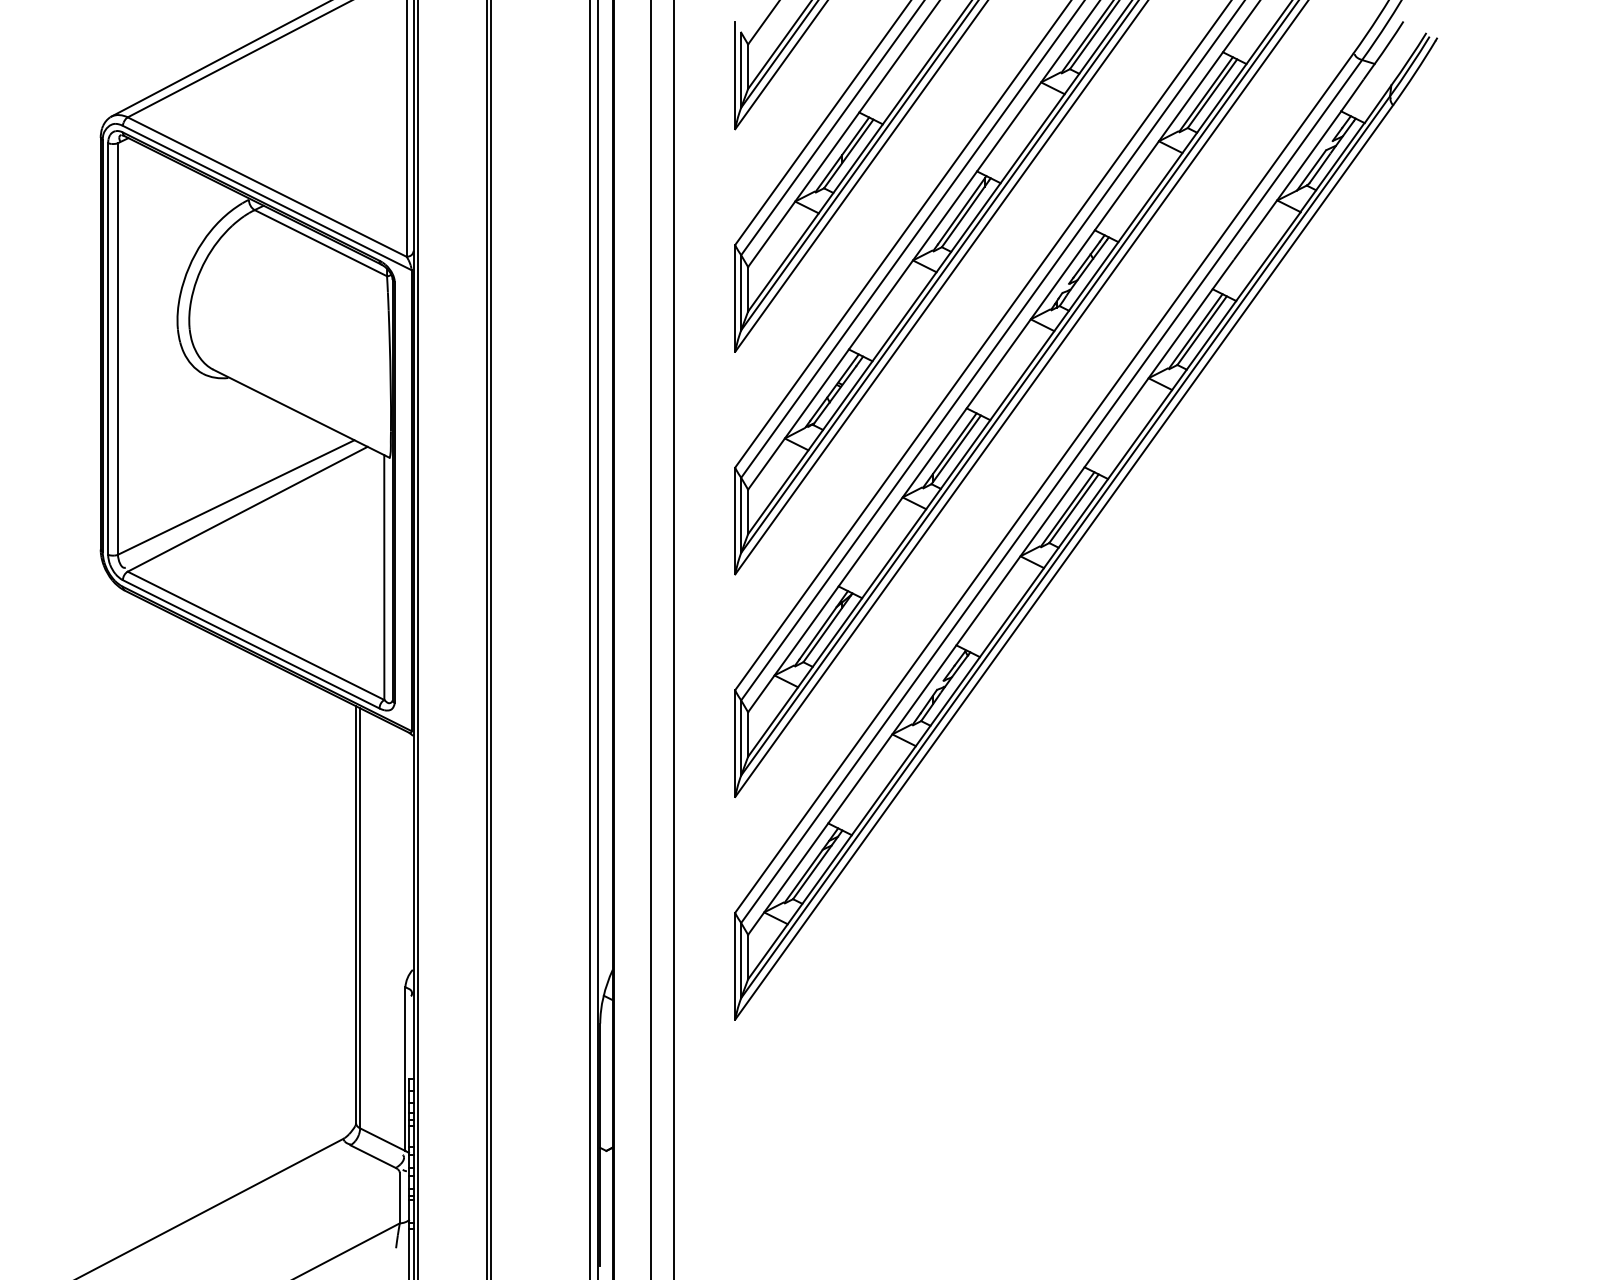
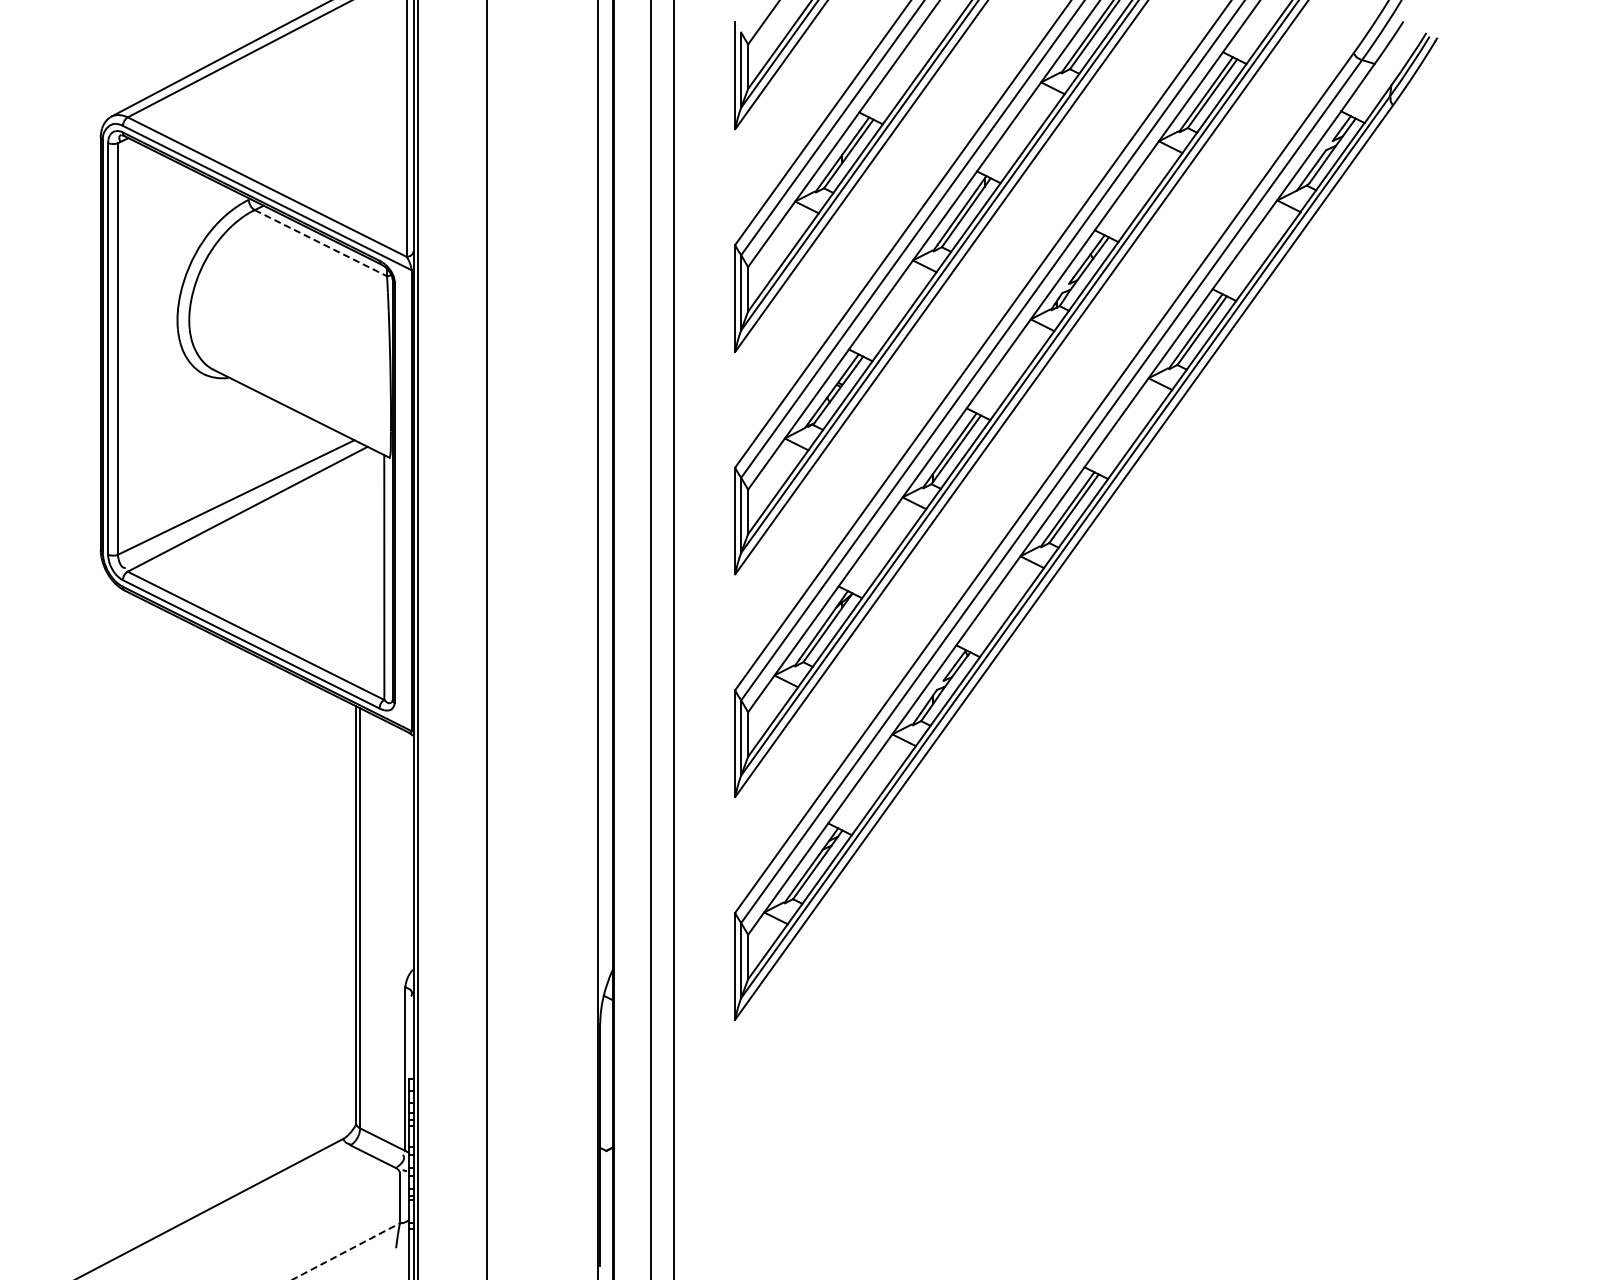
line at (320, 243): solid -> dashed
line at (490, 639): present -> none
line at (589, 639): present -> none
line at (345, 1251): solid -> dashed
